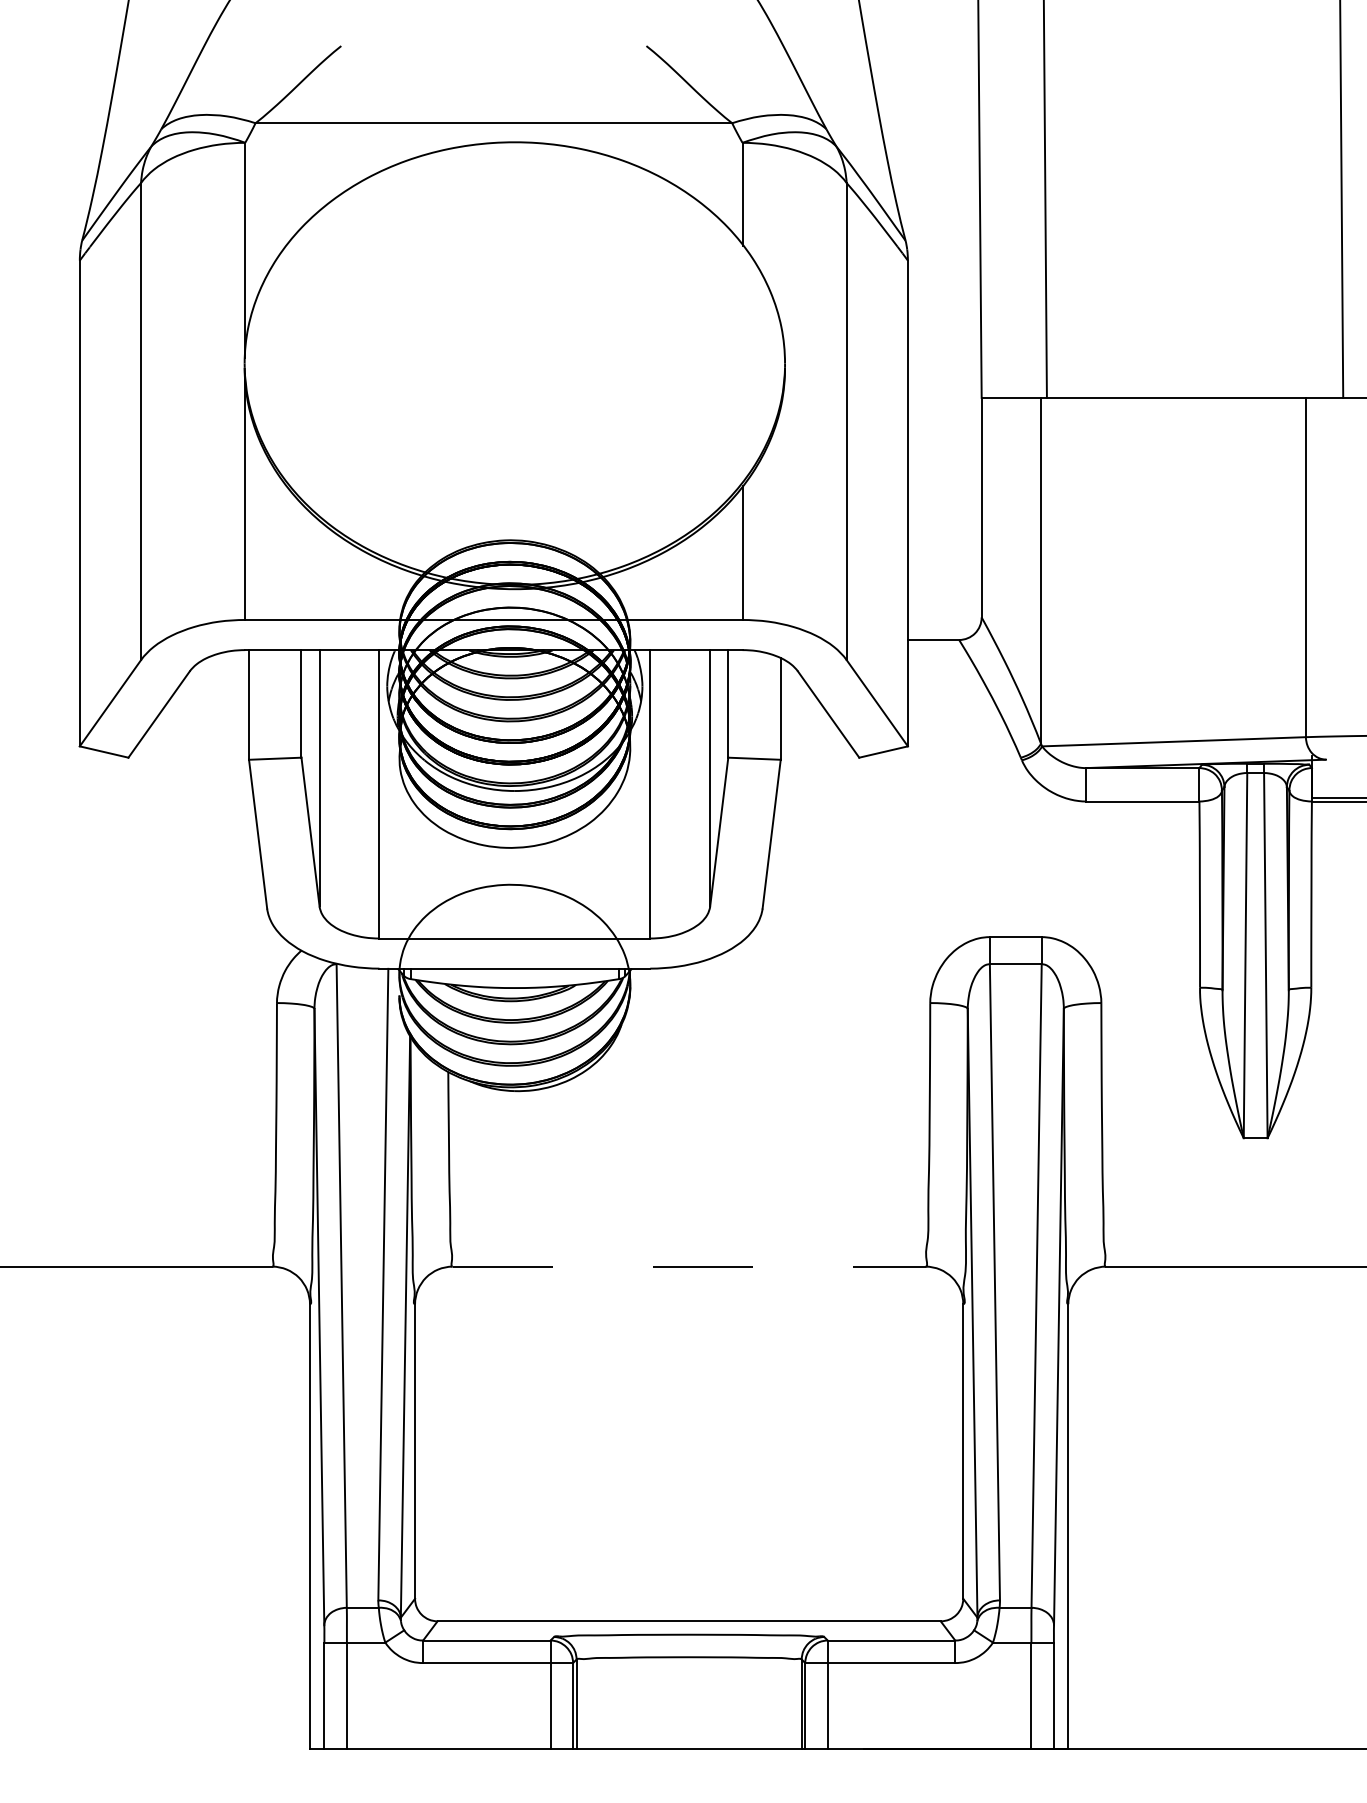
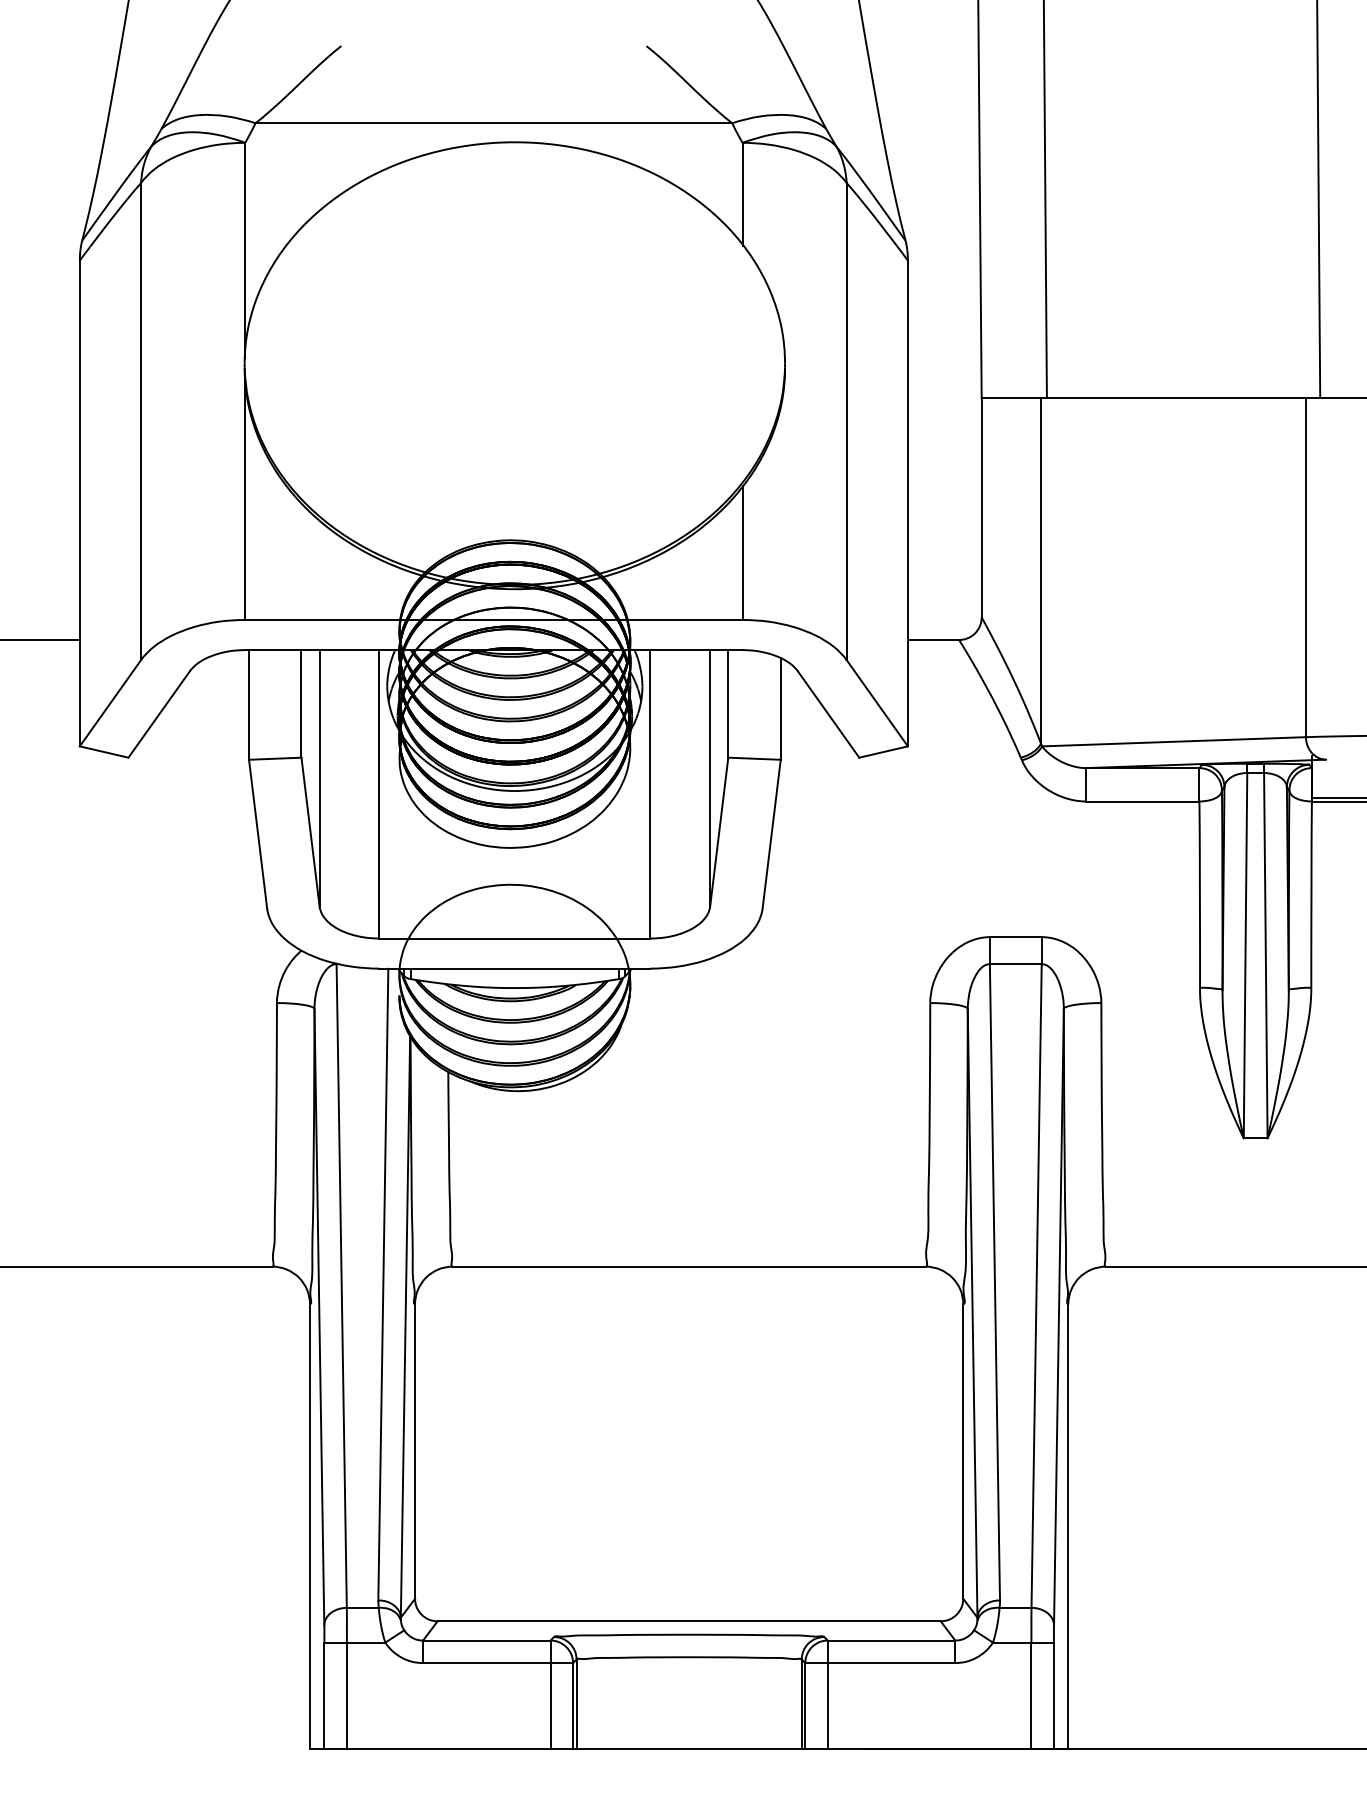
line at (1341, 199) position: (1341, 199) -> (1318, 199)
line at (40, 640): none -> present
line at (689, 1266): dashed -> solid
